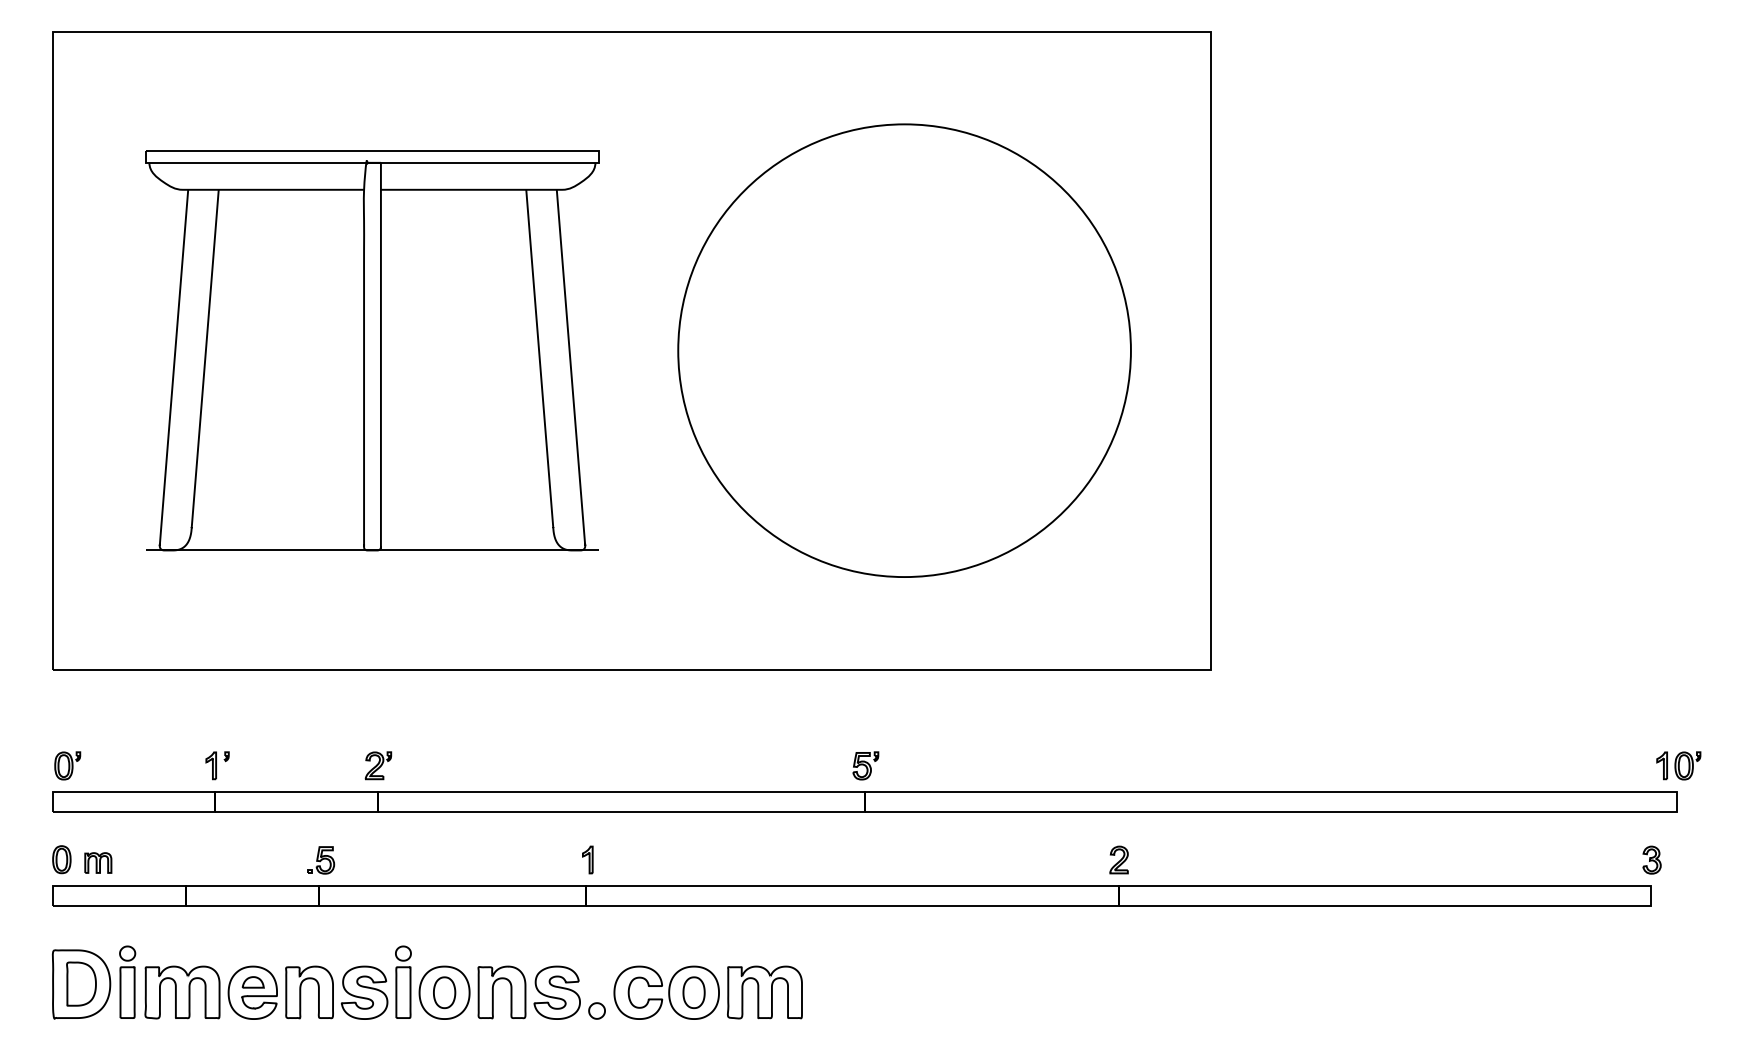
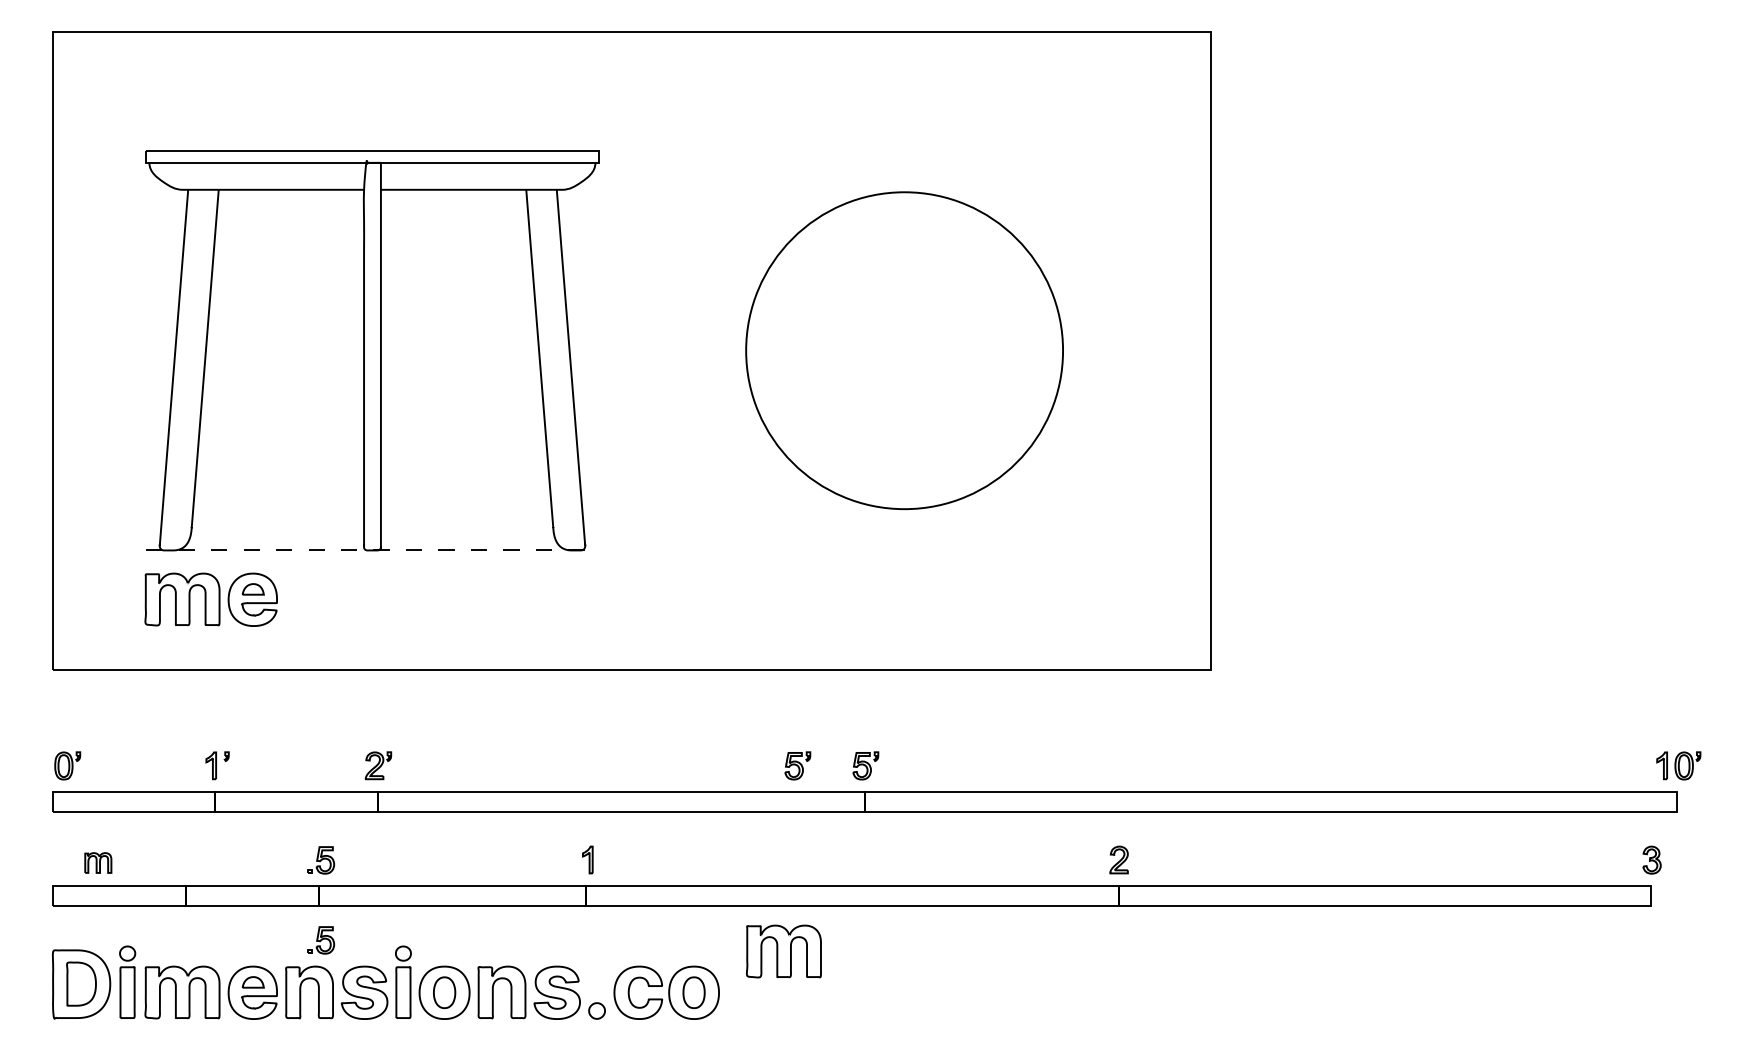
circle at (904, 350) diameter: 453 px -> 317 px
line at (373, 550): solid -> dashed
part at (210, 599): none -> present
part at (797, 765): none -> present
part at (61, 859): present -> none
part at (321, 940): none -> present
part at (764, 992) position: (764, 992) -> (783, 951)
